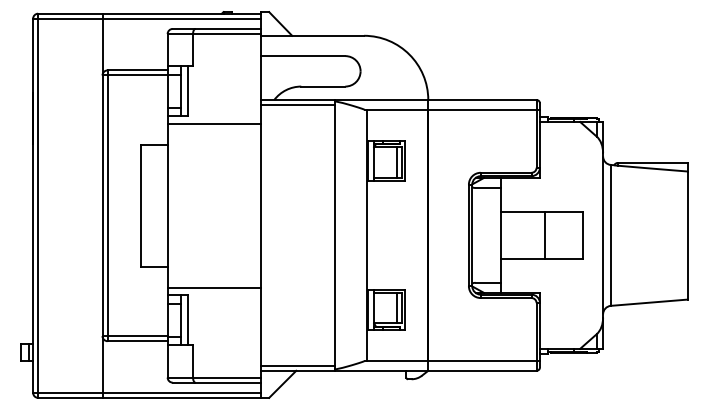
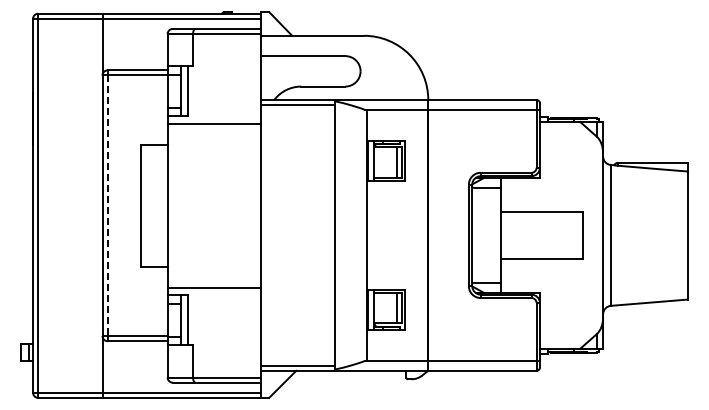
line at (107, 206): solid -> dashed
line at (545, 235): present -> none
